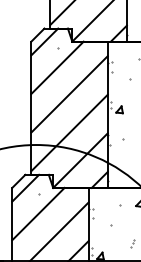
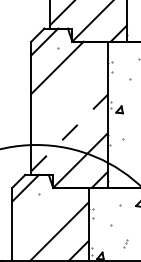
line at (69, 94): present -> none
line at (69, 132): solid -> dashed
line at (38, 213): present -> none
part at (132, 243) position: (132, 243) -> (125, 243)
